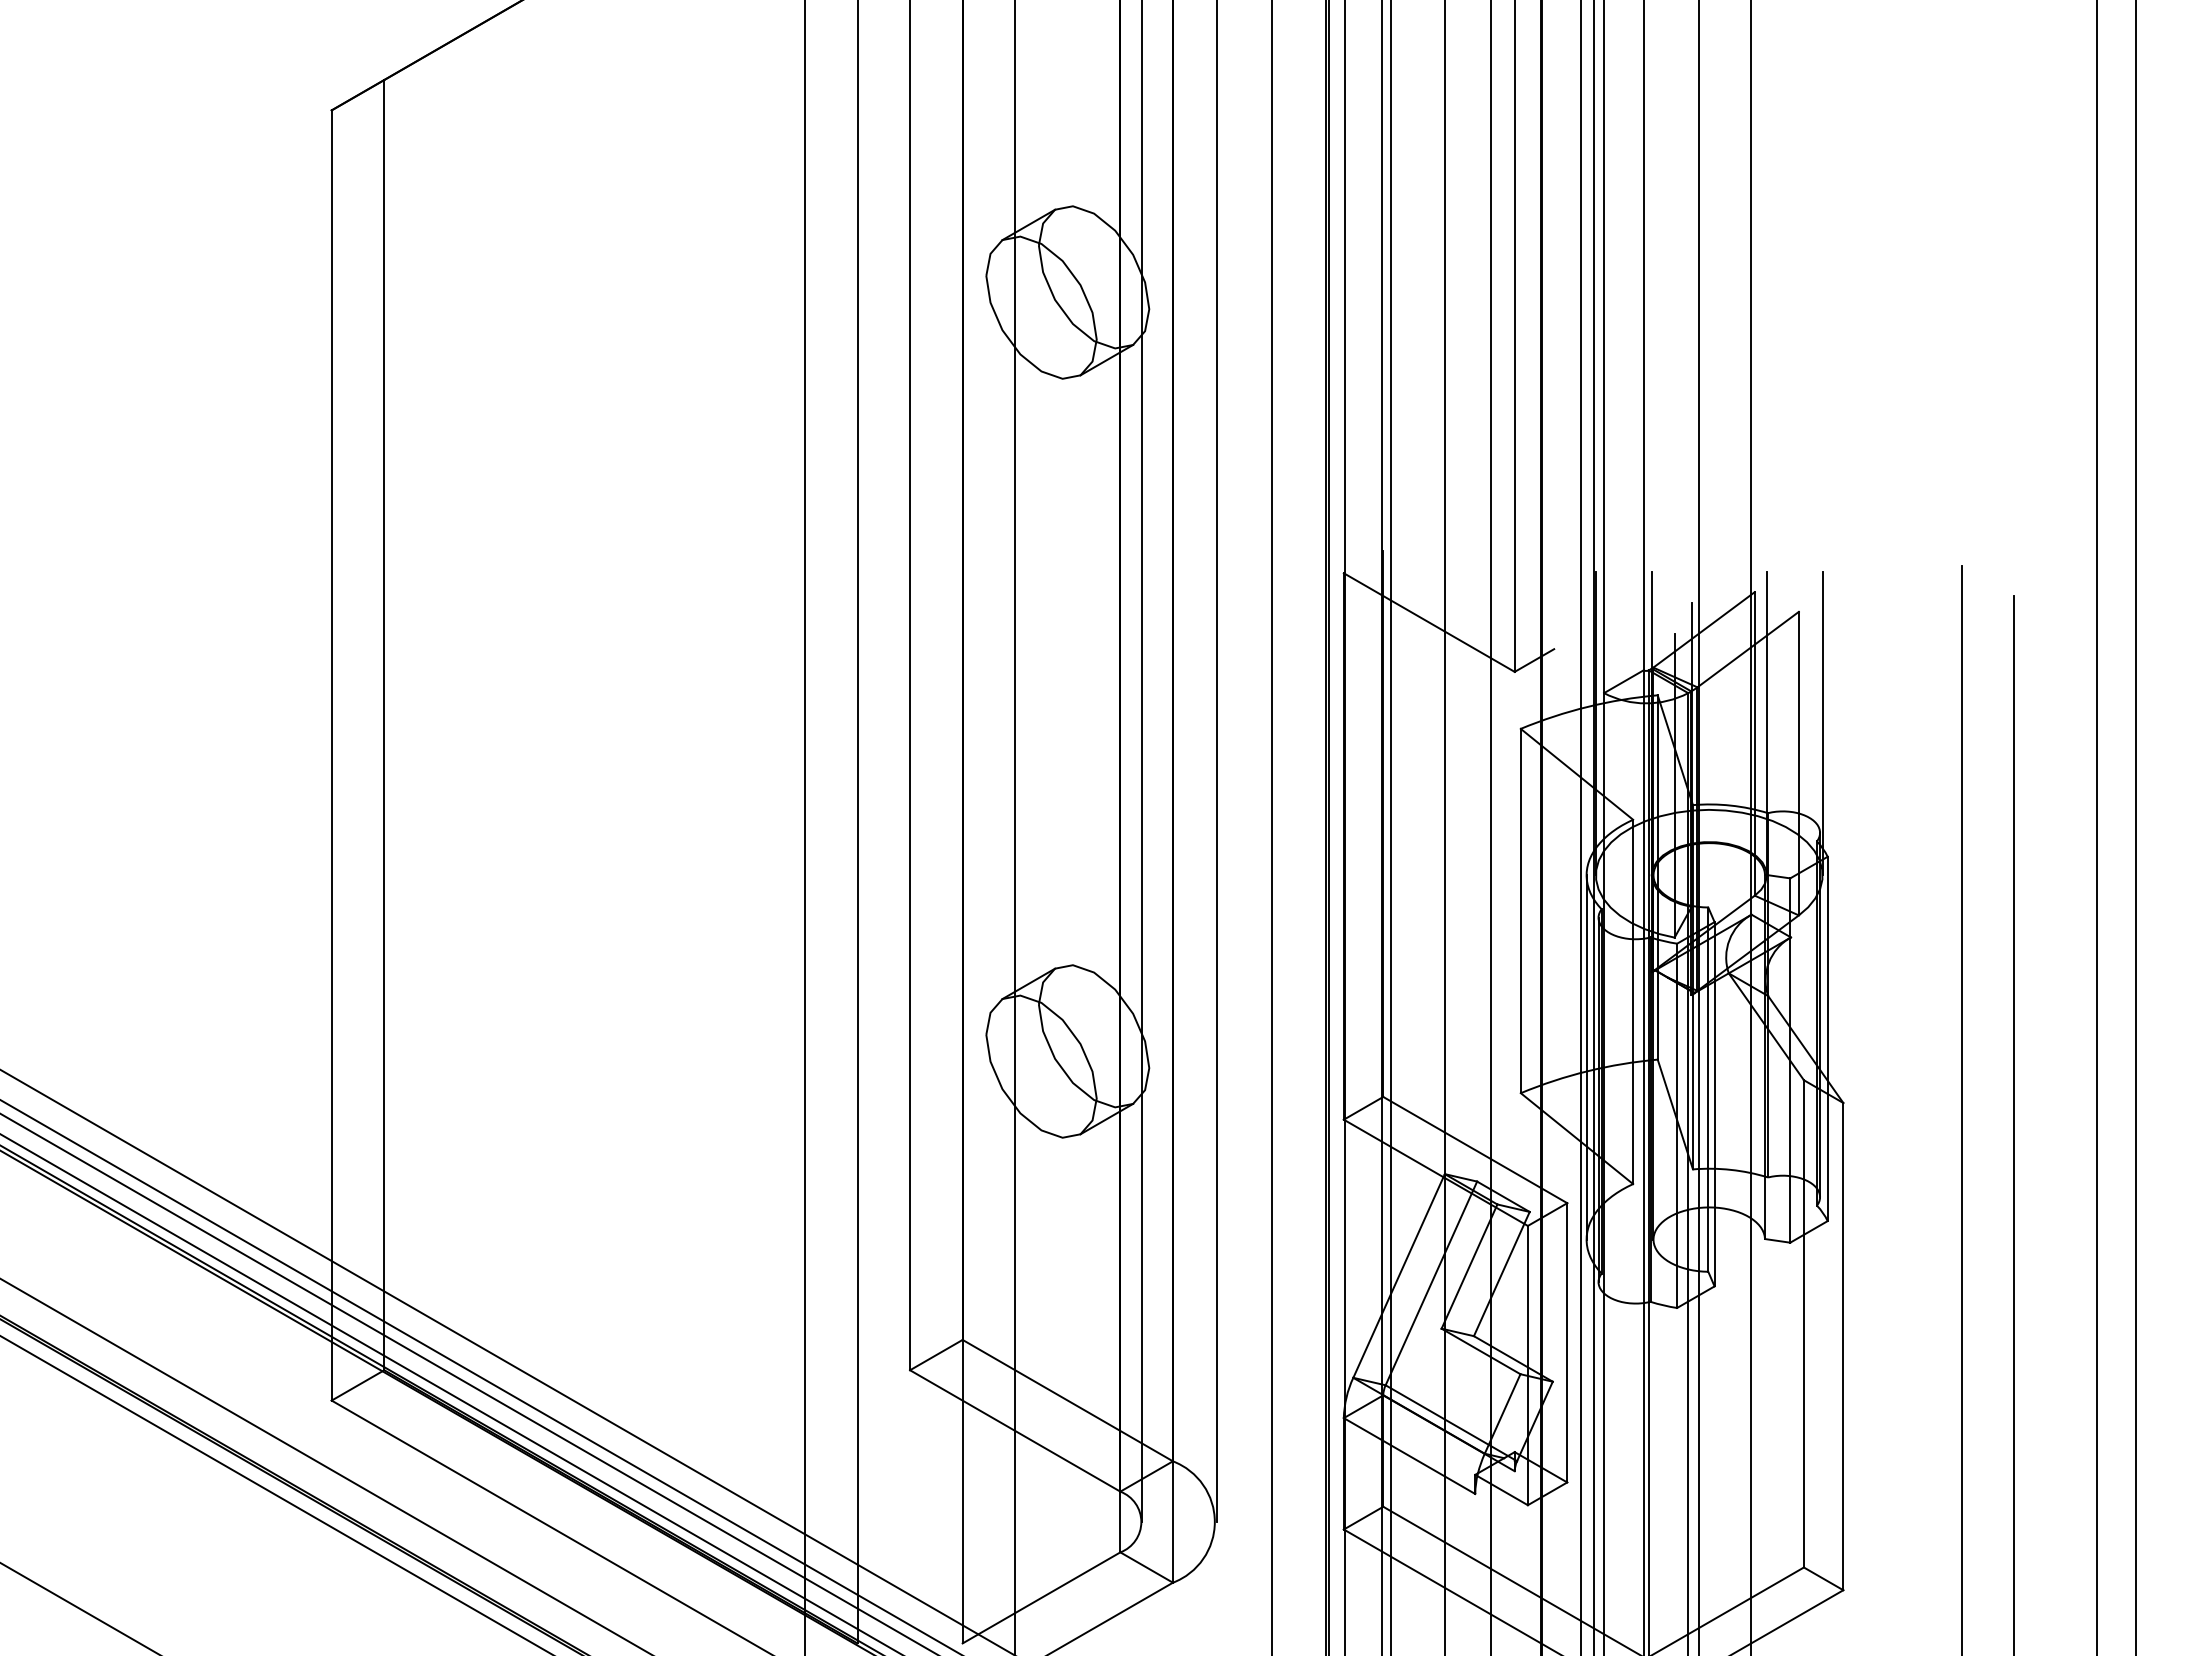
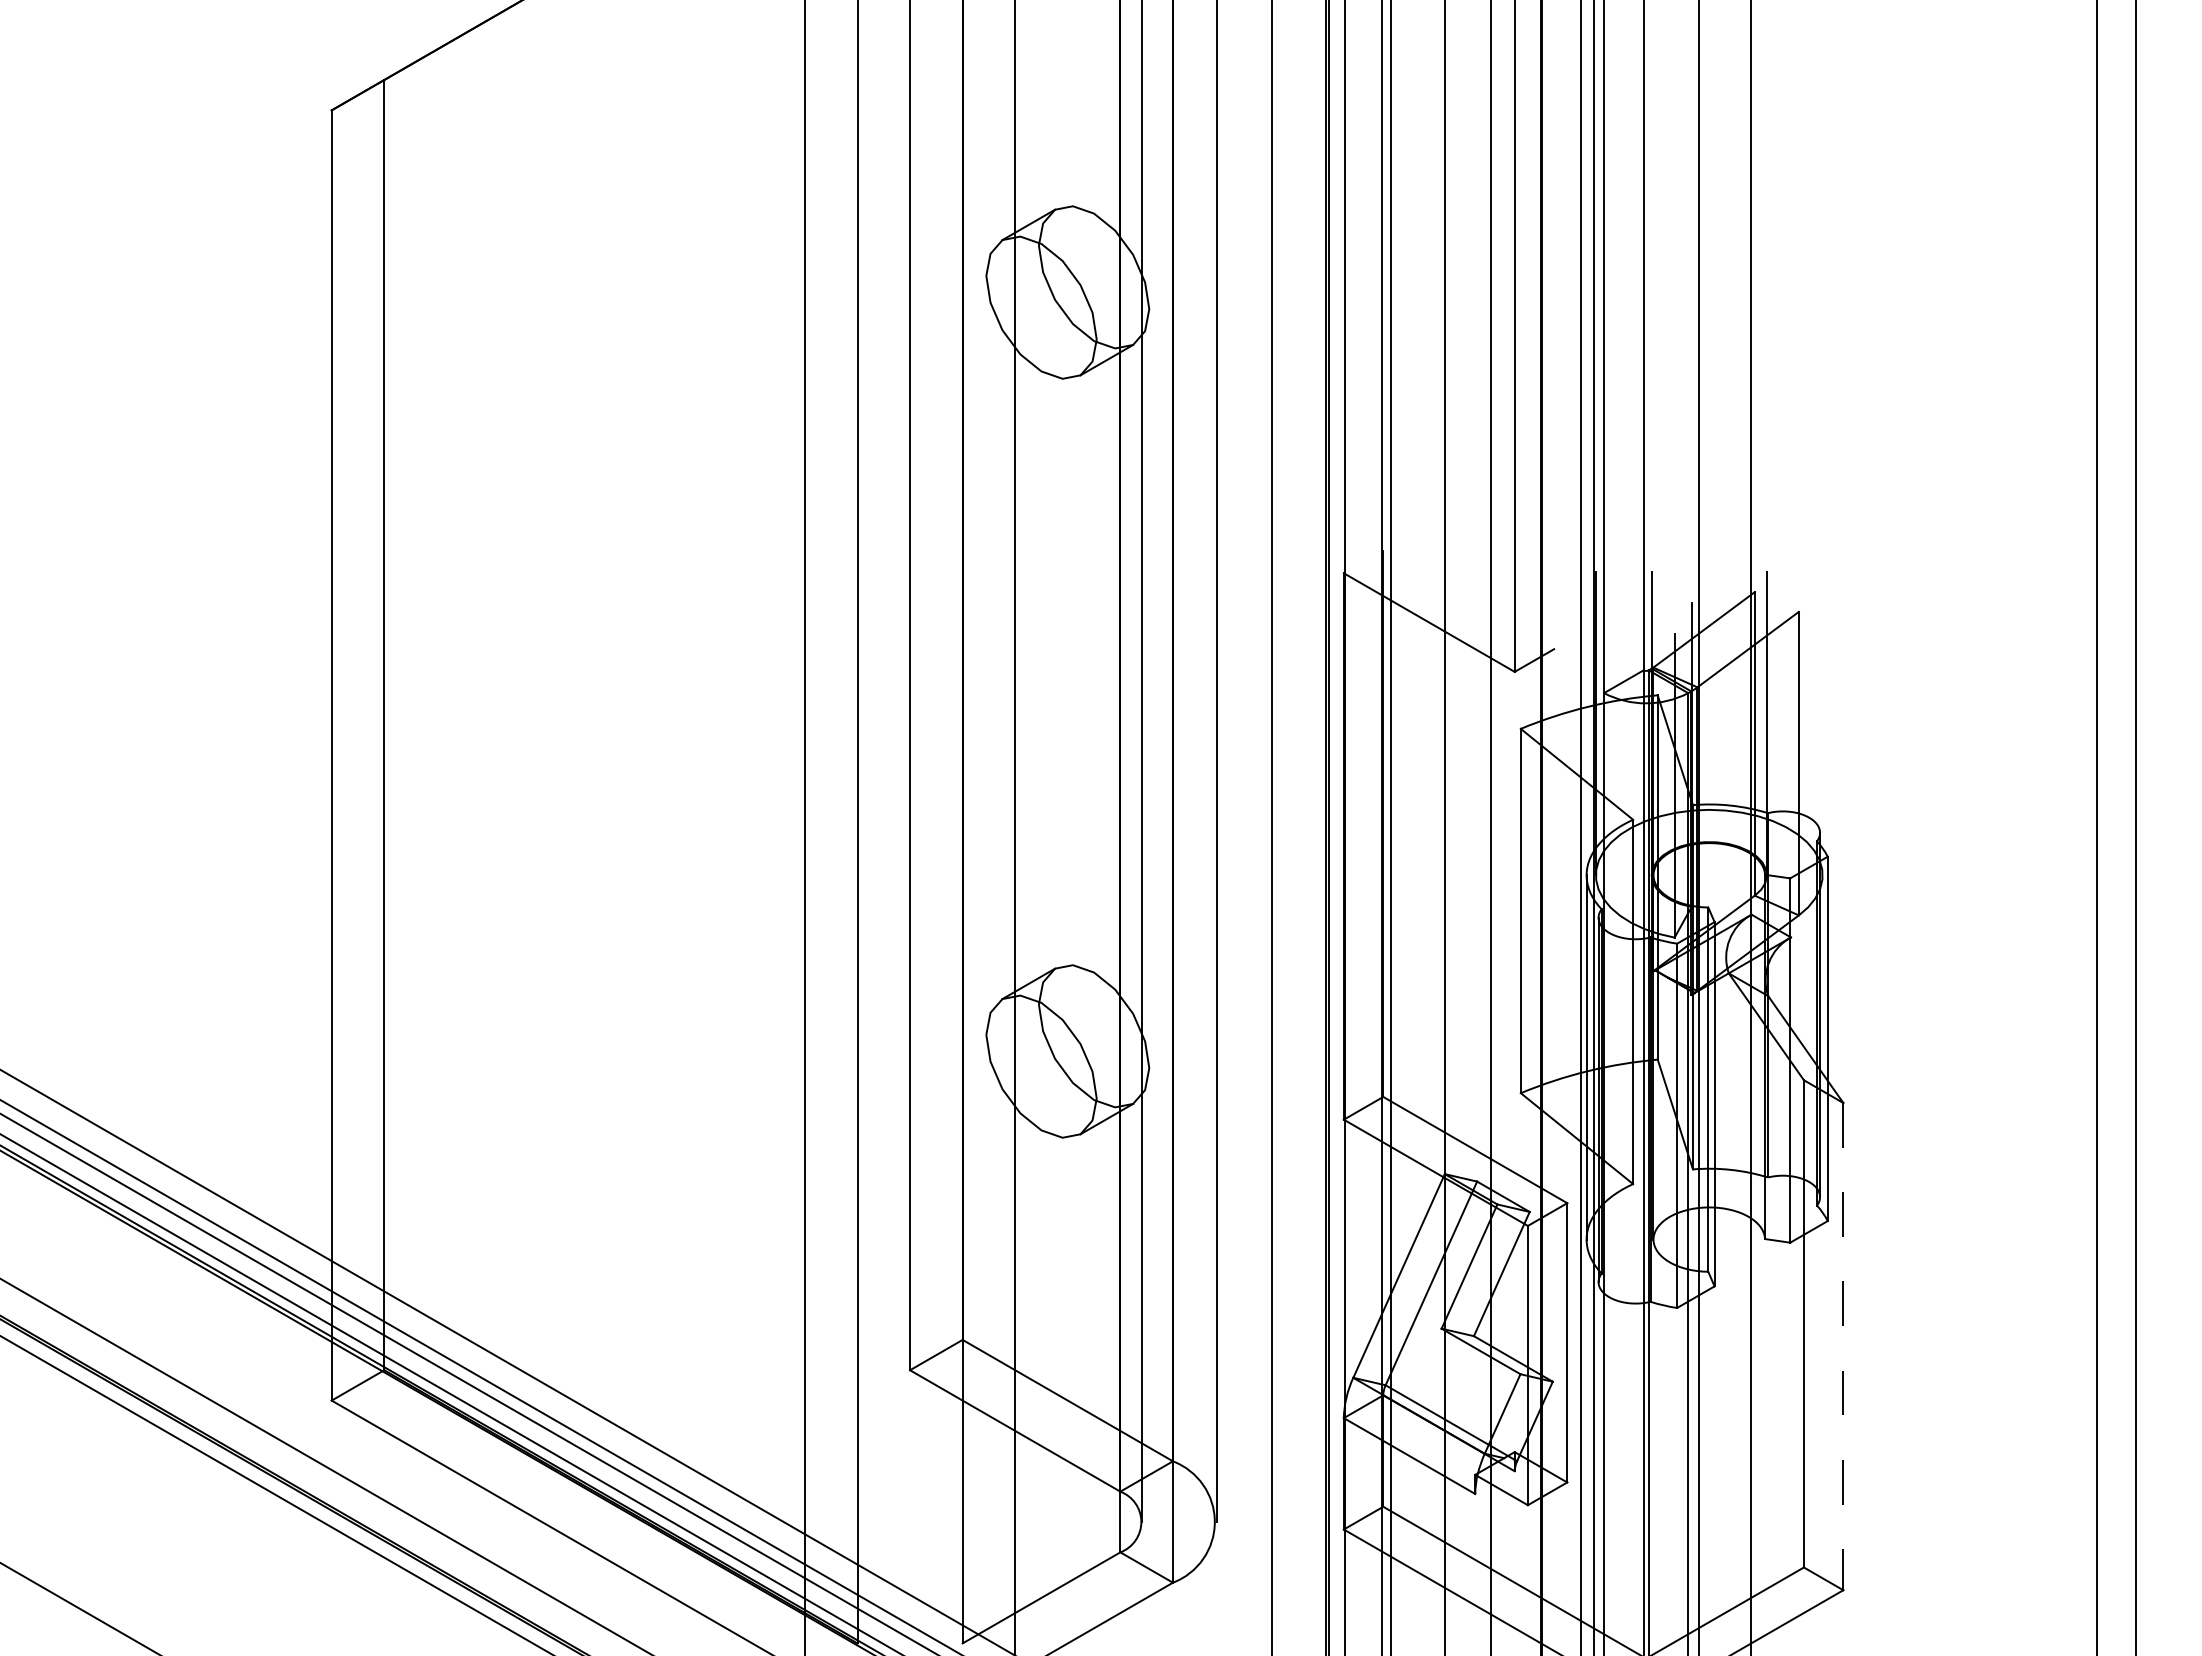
line at (1822, 723): present -> none
line at (1961, 1108): present -> none
line at (2014, 1124): present -> none
line at (1843, 1346): solid -> dashed
